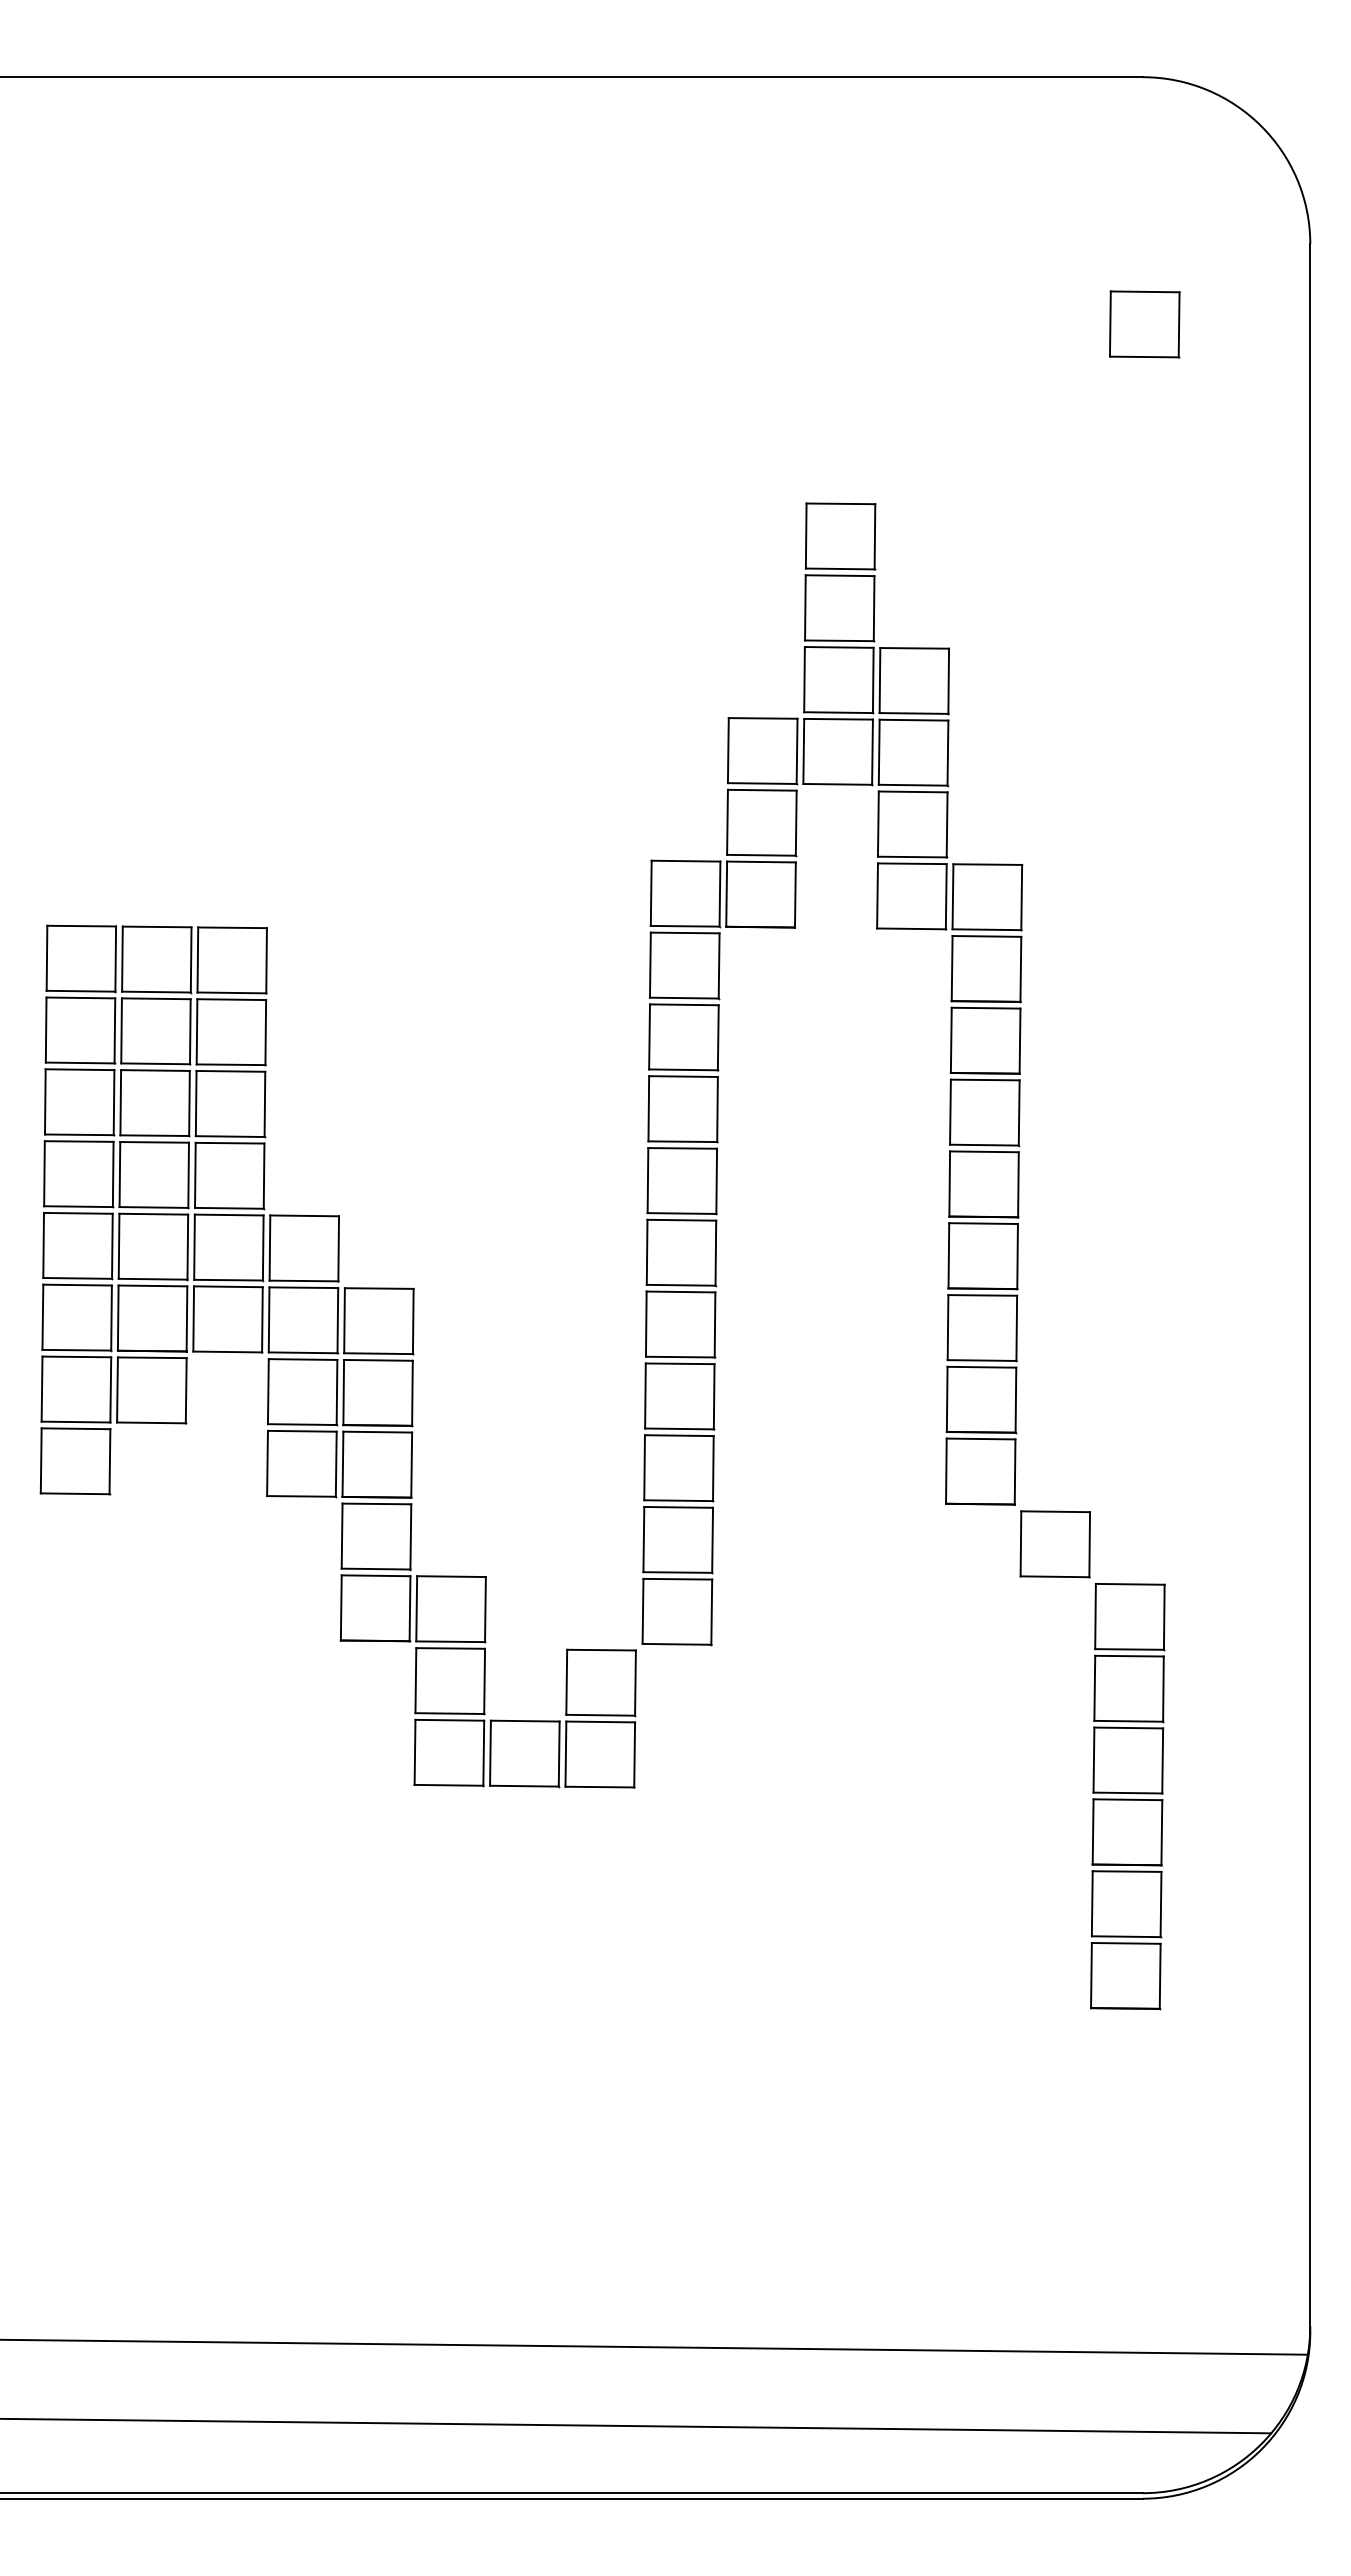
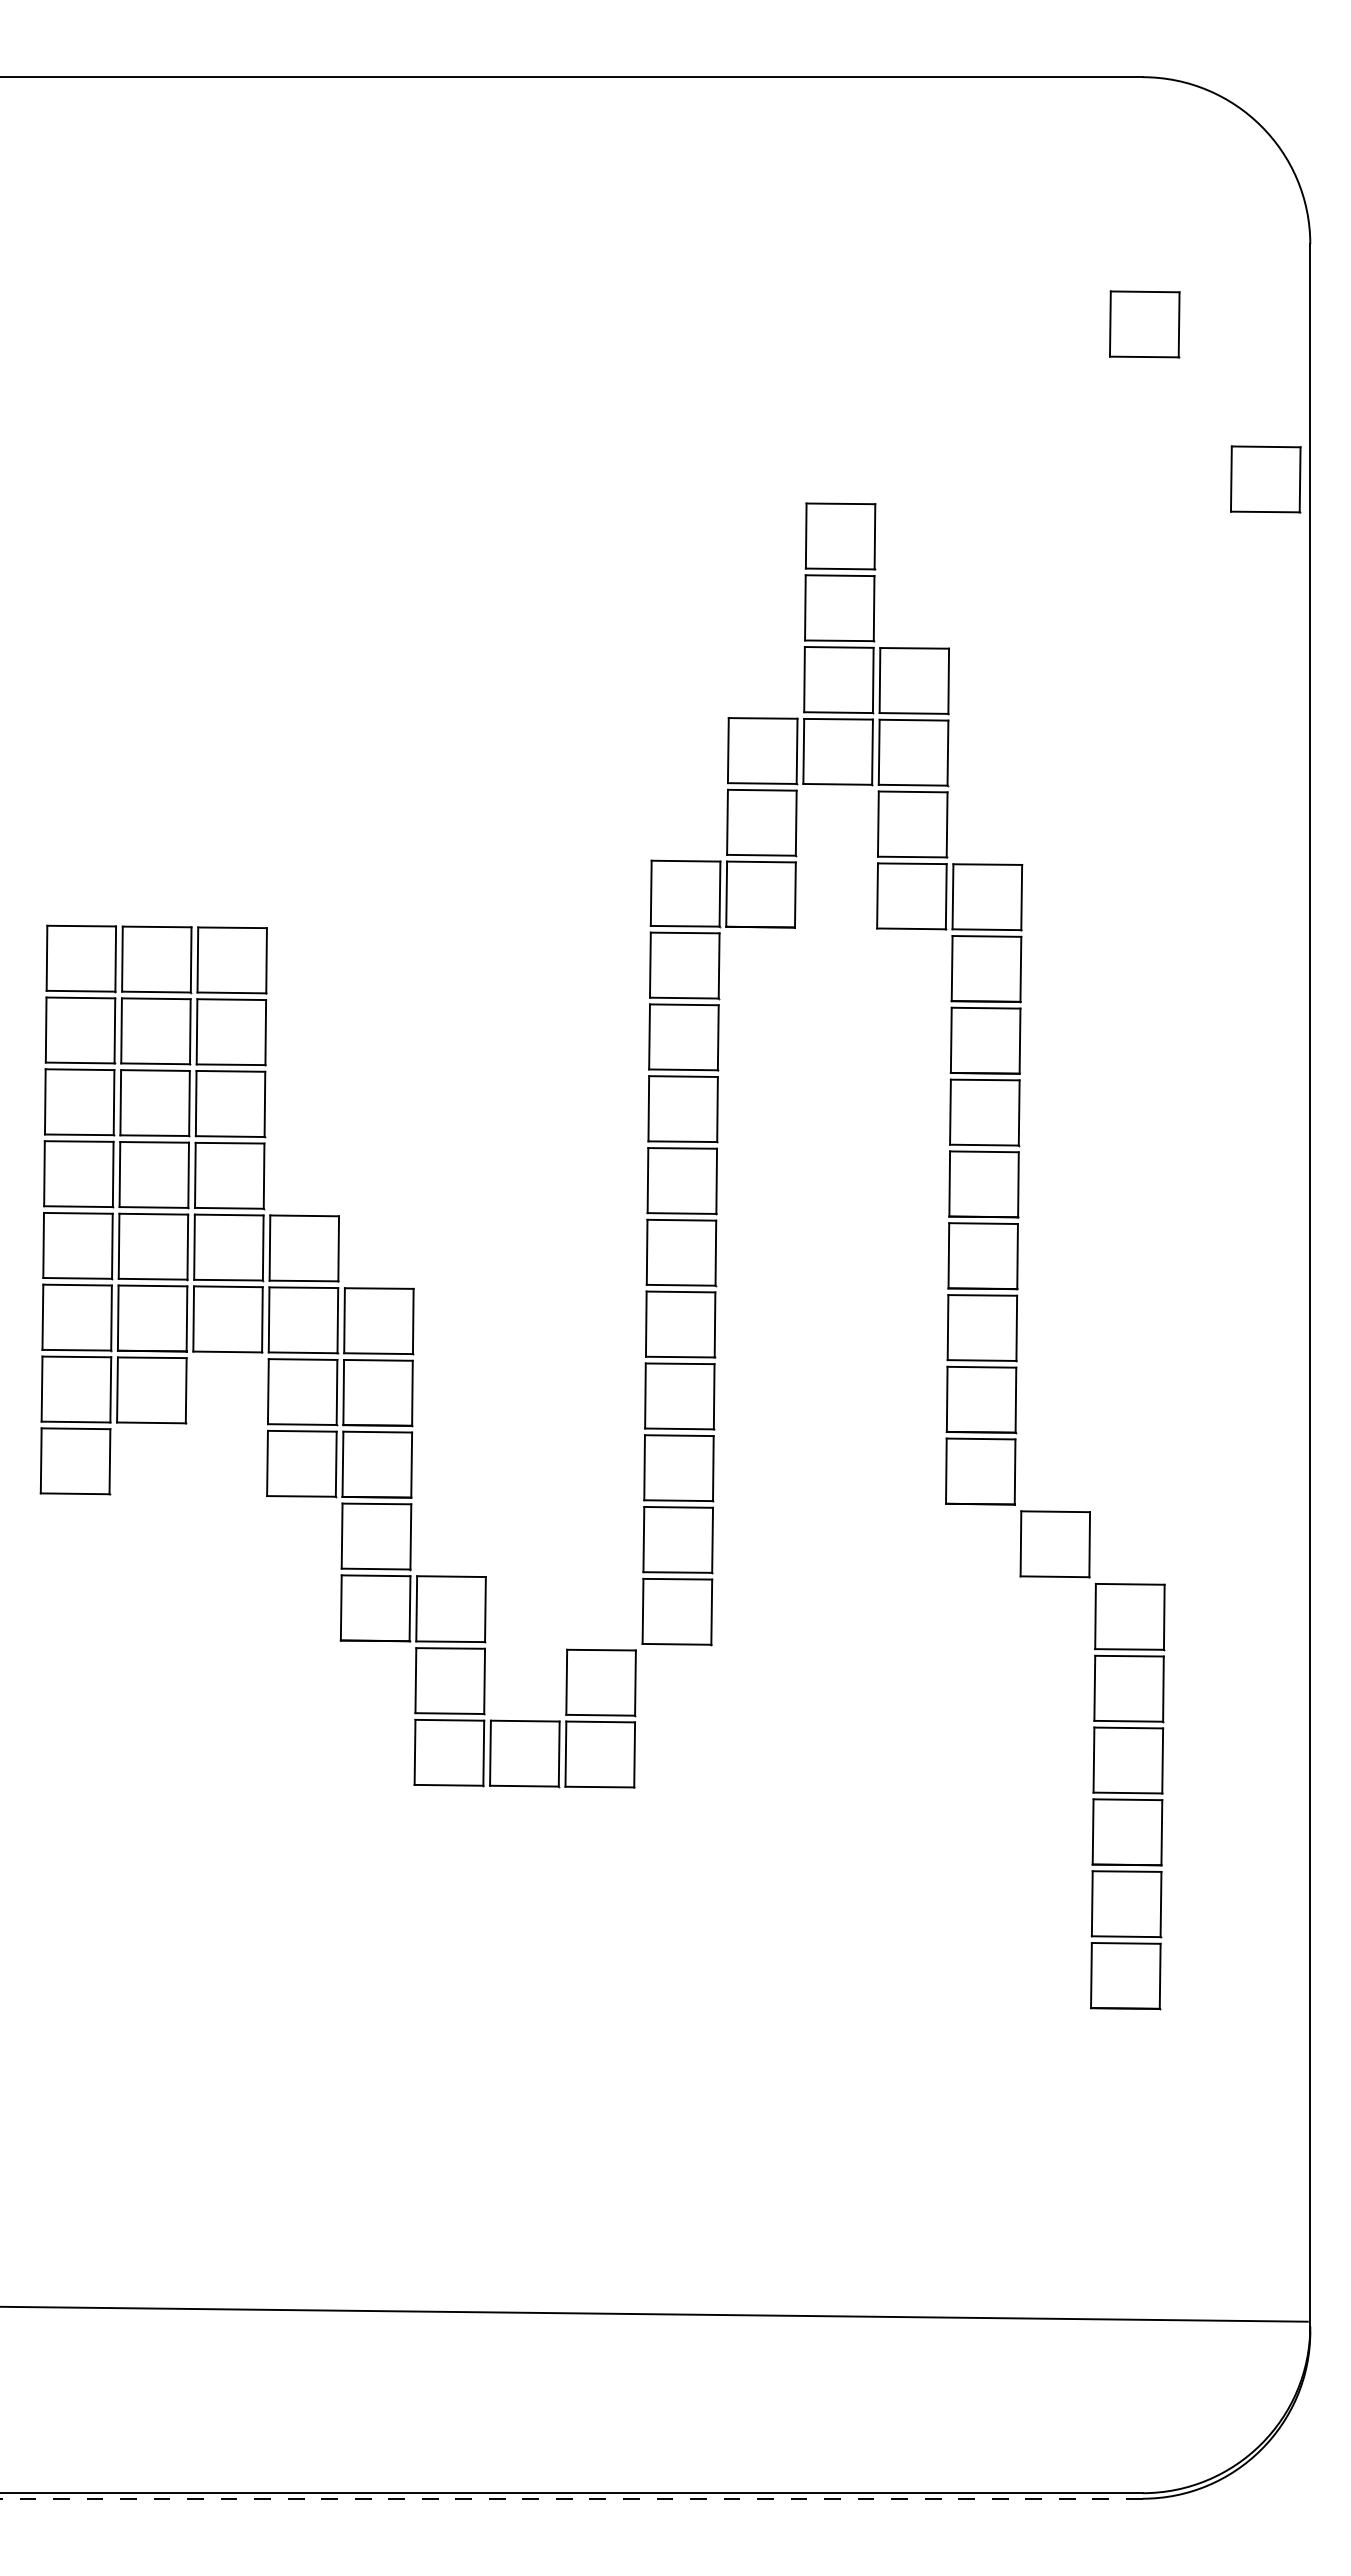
part at (1265, 479): none -> present
line at (654, 2346) position: (654, 2346) -> (654, 2313)
line at (636, 2425): present -> none
line at (570, 2498): solid -> dashed
